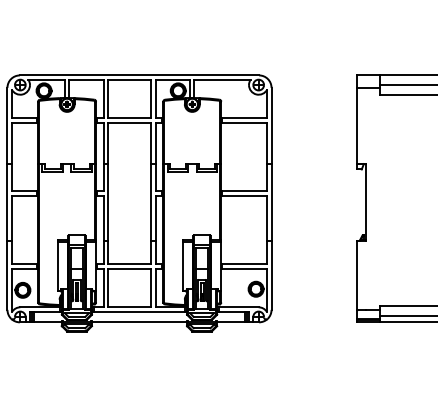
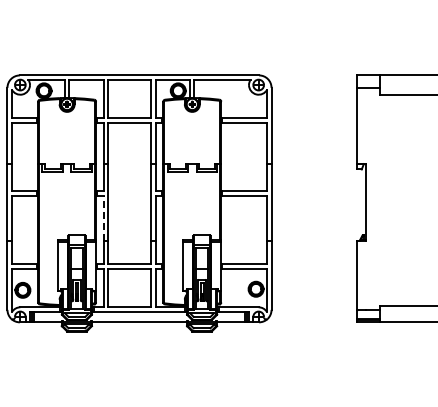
line at (406, 85): present -> none
line at (103, 217): solid -> dashed
line at (406, 315): present -> none
